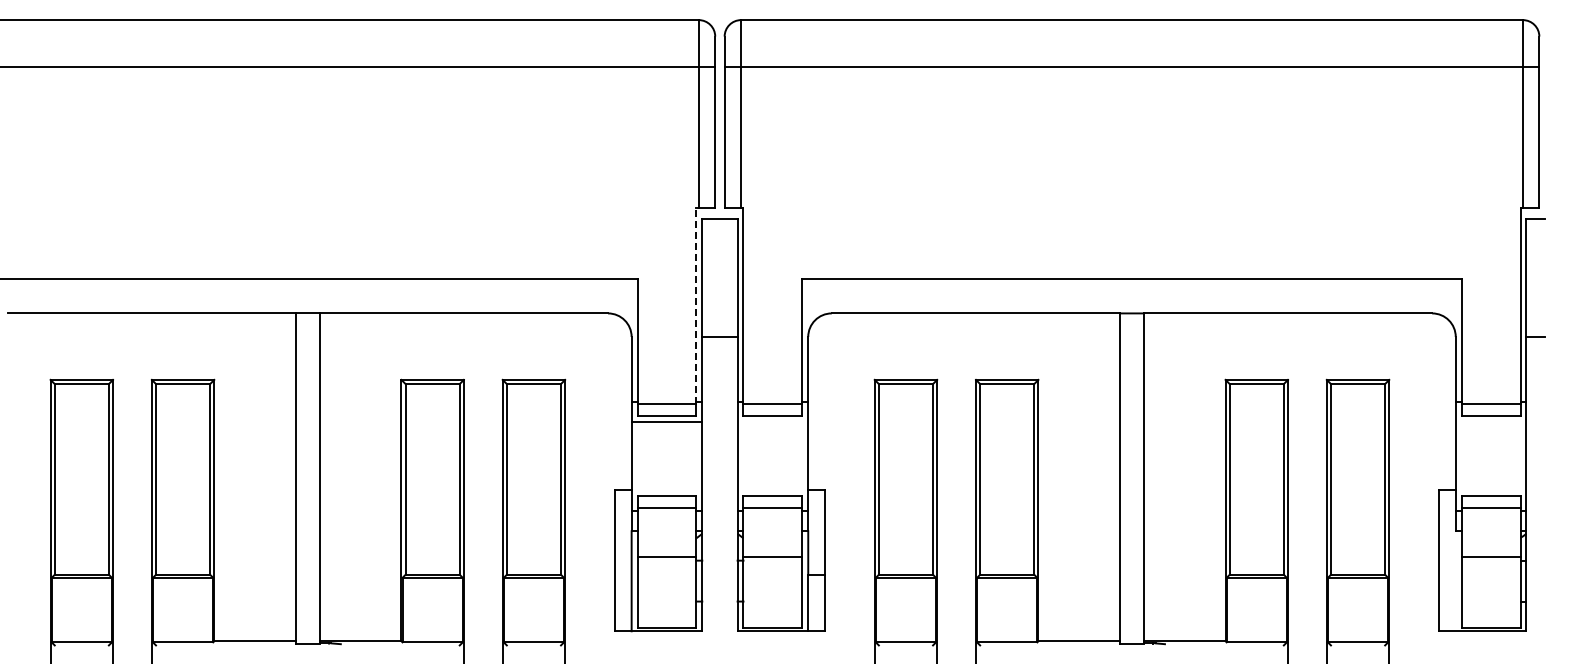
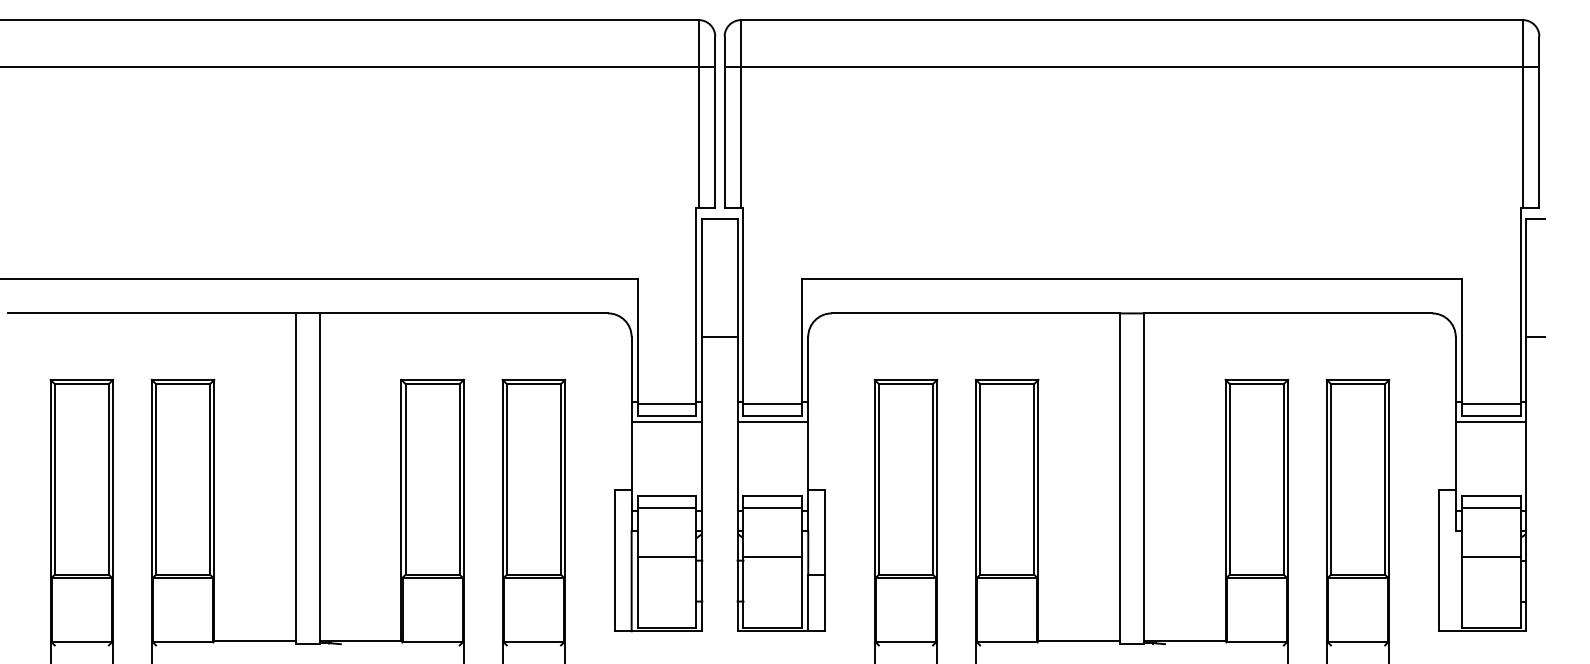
line at (696, 306): dashed -> solid
line at (772, 422): none -> present
line at (1490, 422): none -> present
